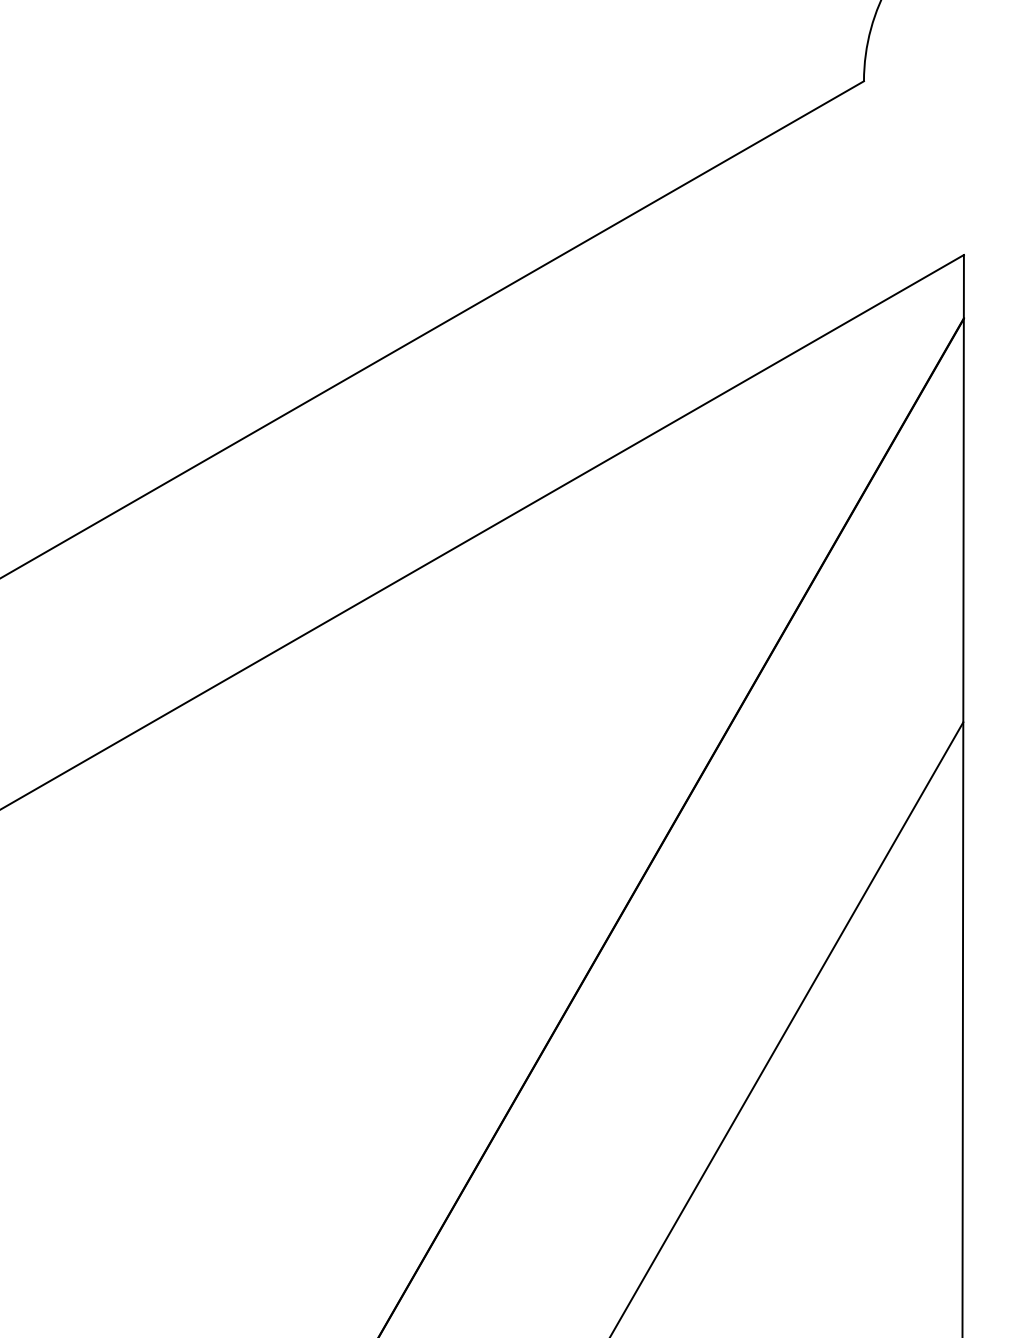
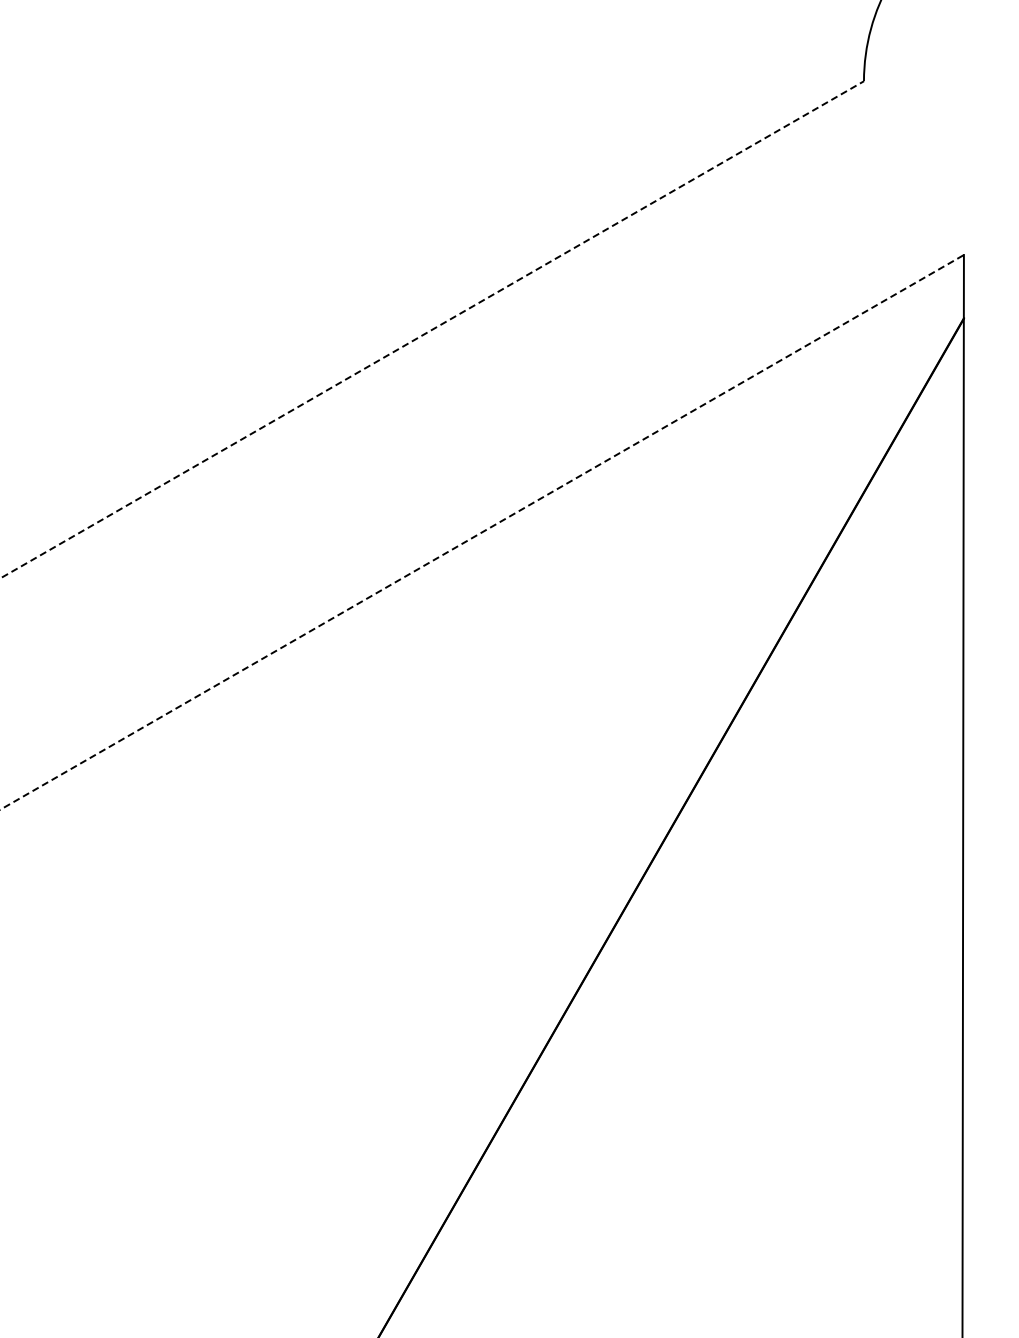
line at (432, 329): solid -> dashed
line at (482, 531): solid -> dashed
line at (787, 1028): present -> none
